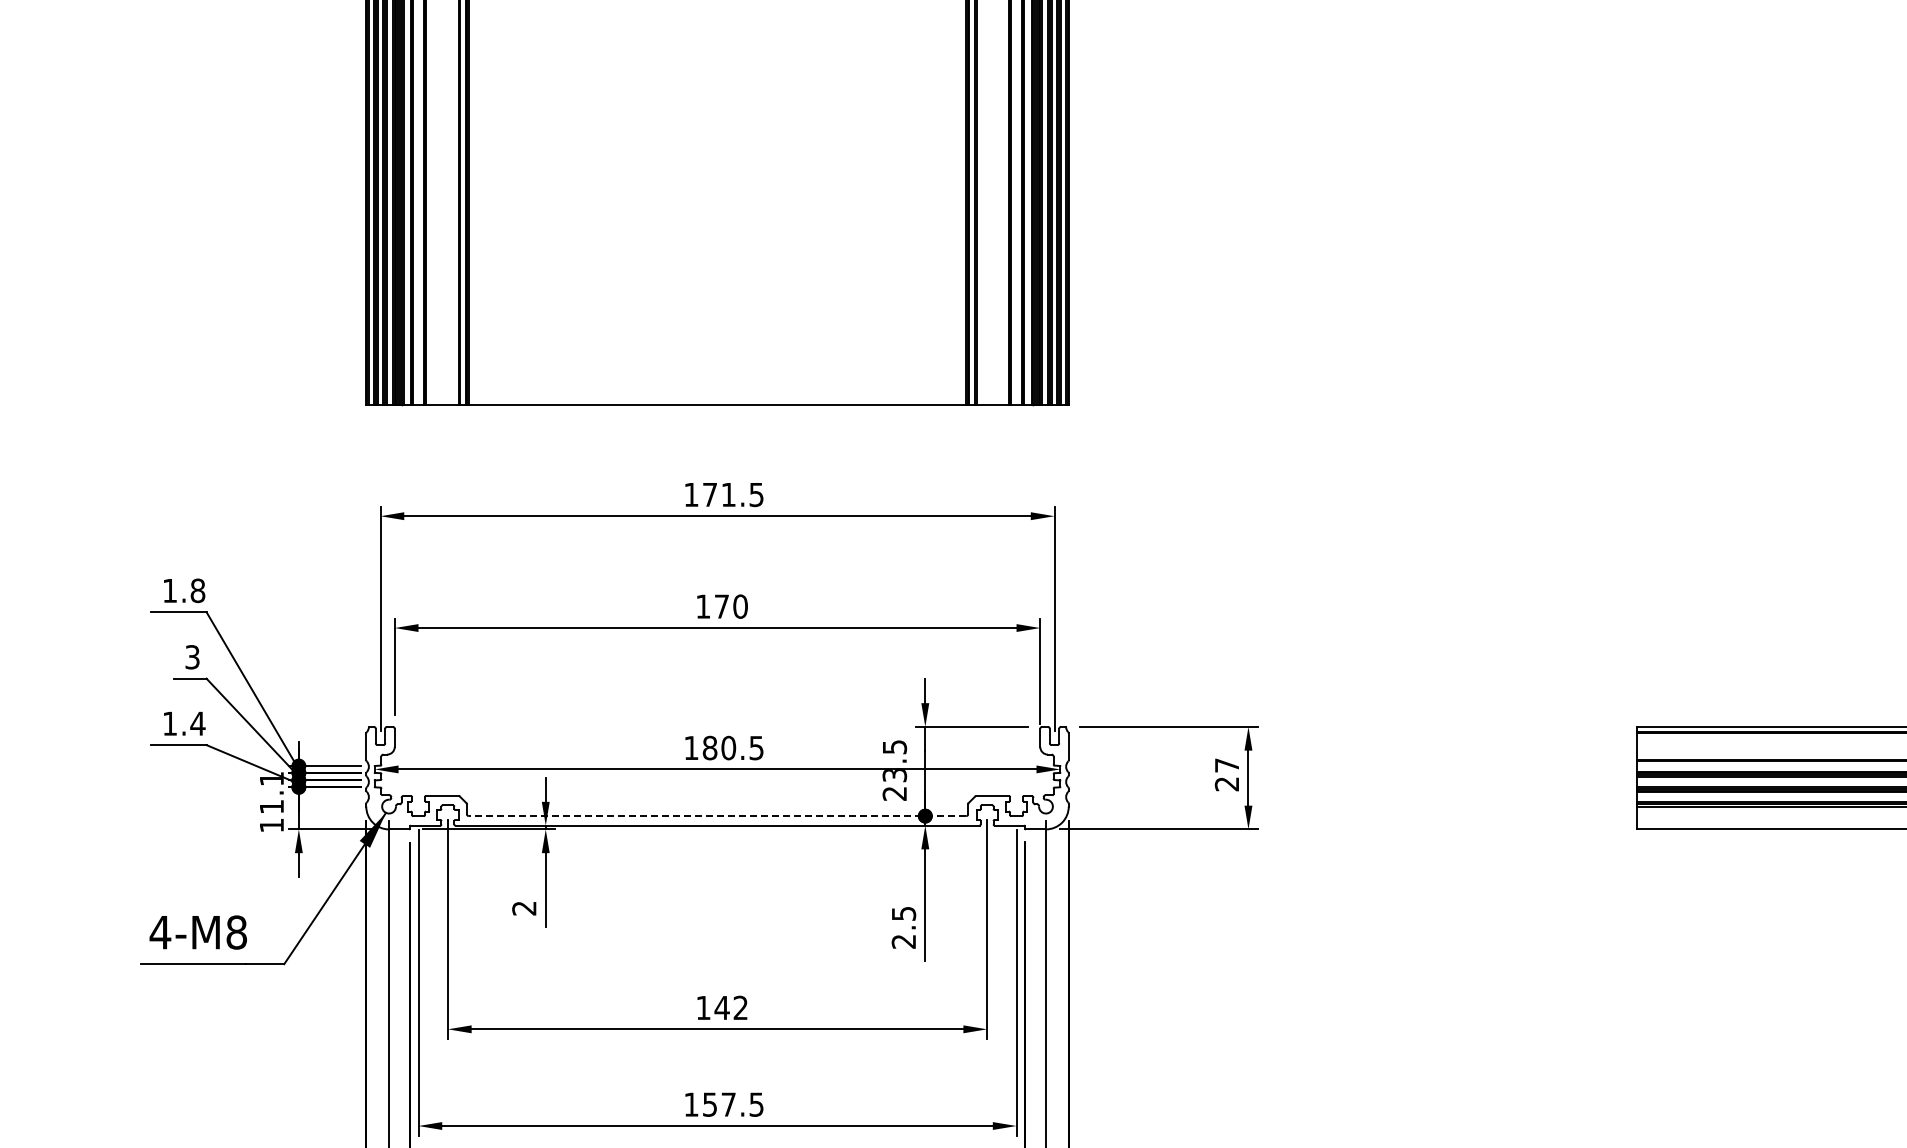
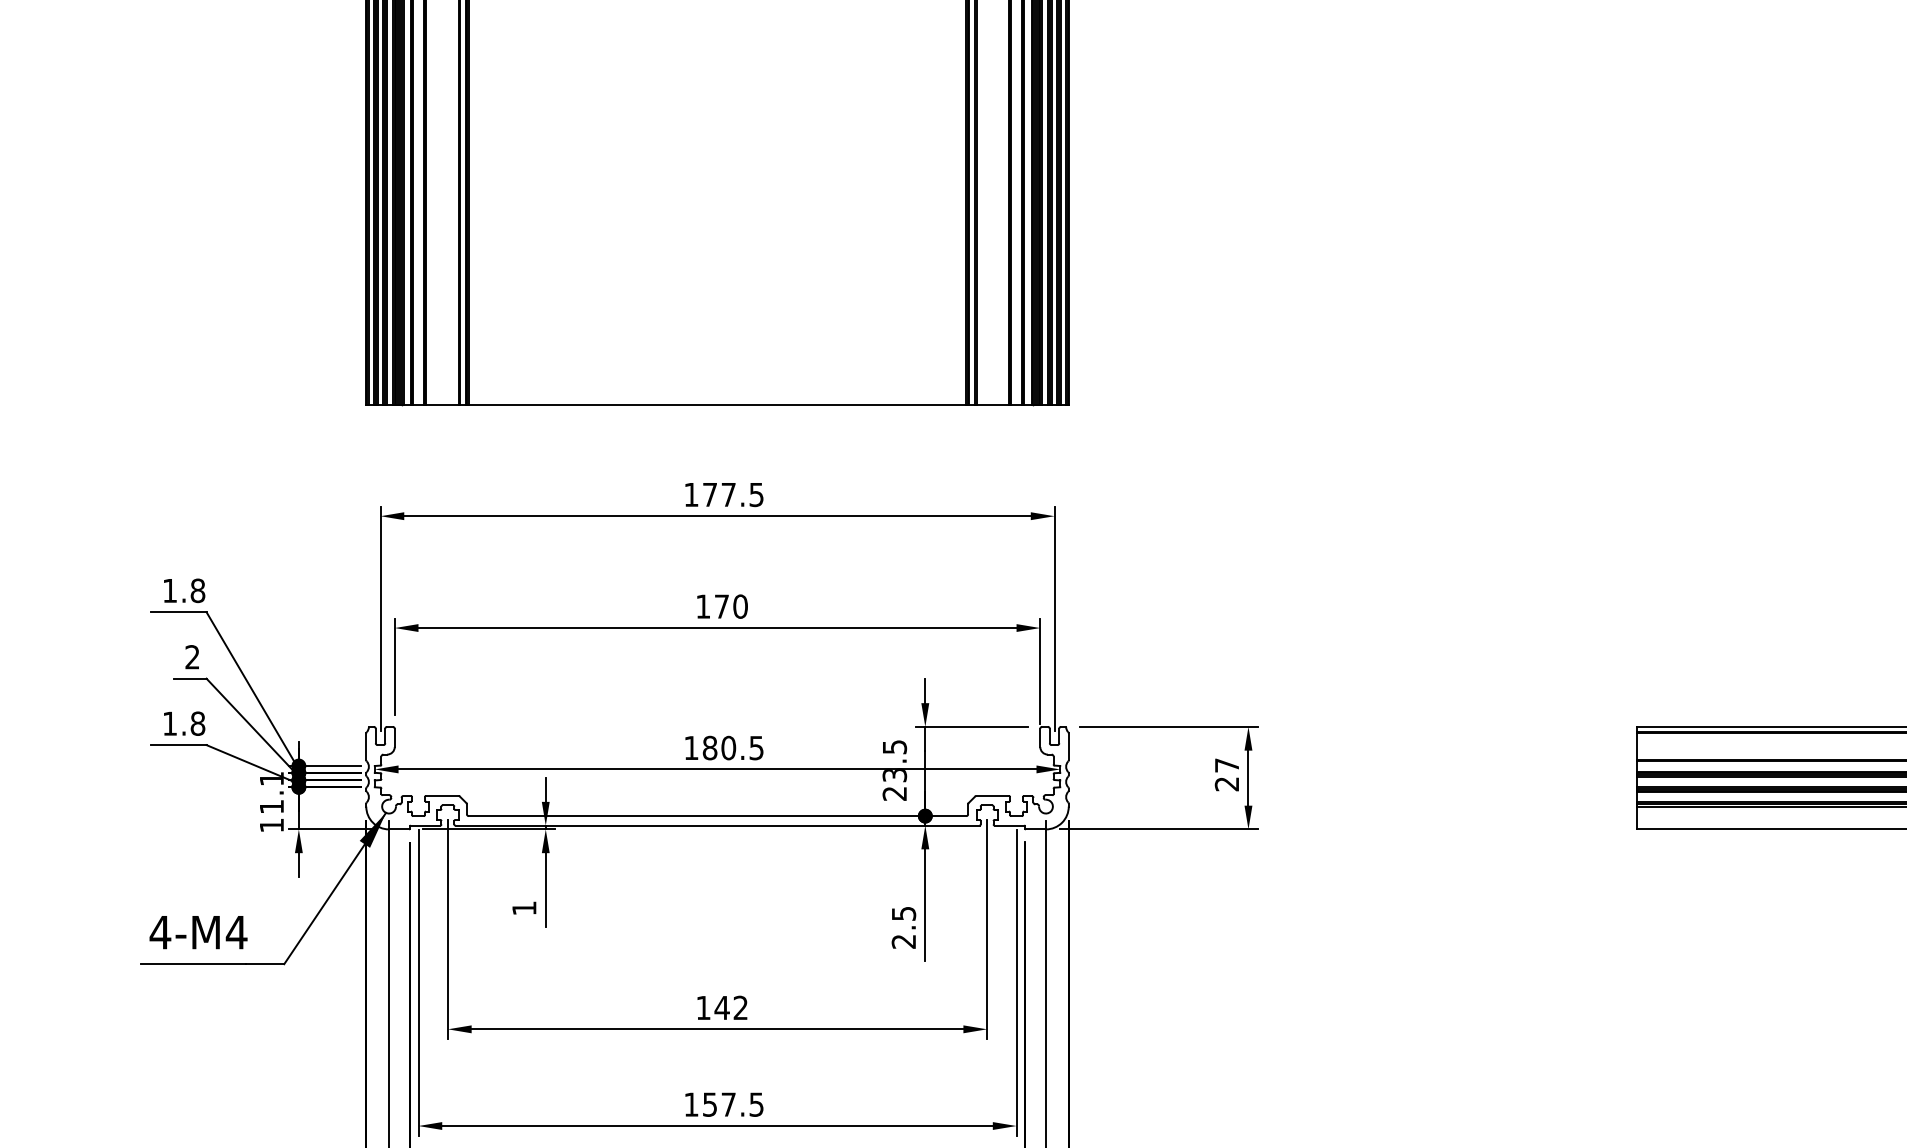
text at (728, 494): 171.5 -> 177.5
text at (192, 657): 3 -> 2
text at (197, 723): 1.4 -> 1.8
line at (717, 816): dashed -> solid
text at (524, 908): 2 -> 1
text at (236, 932): 4-M8 -> 4-M4
